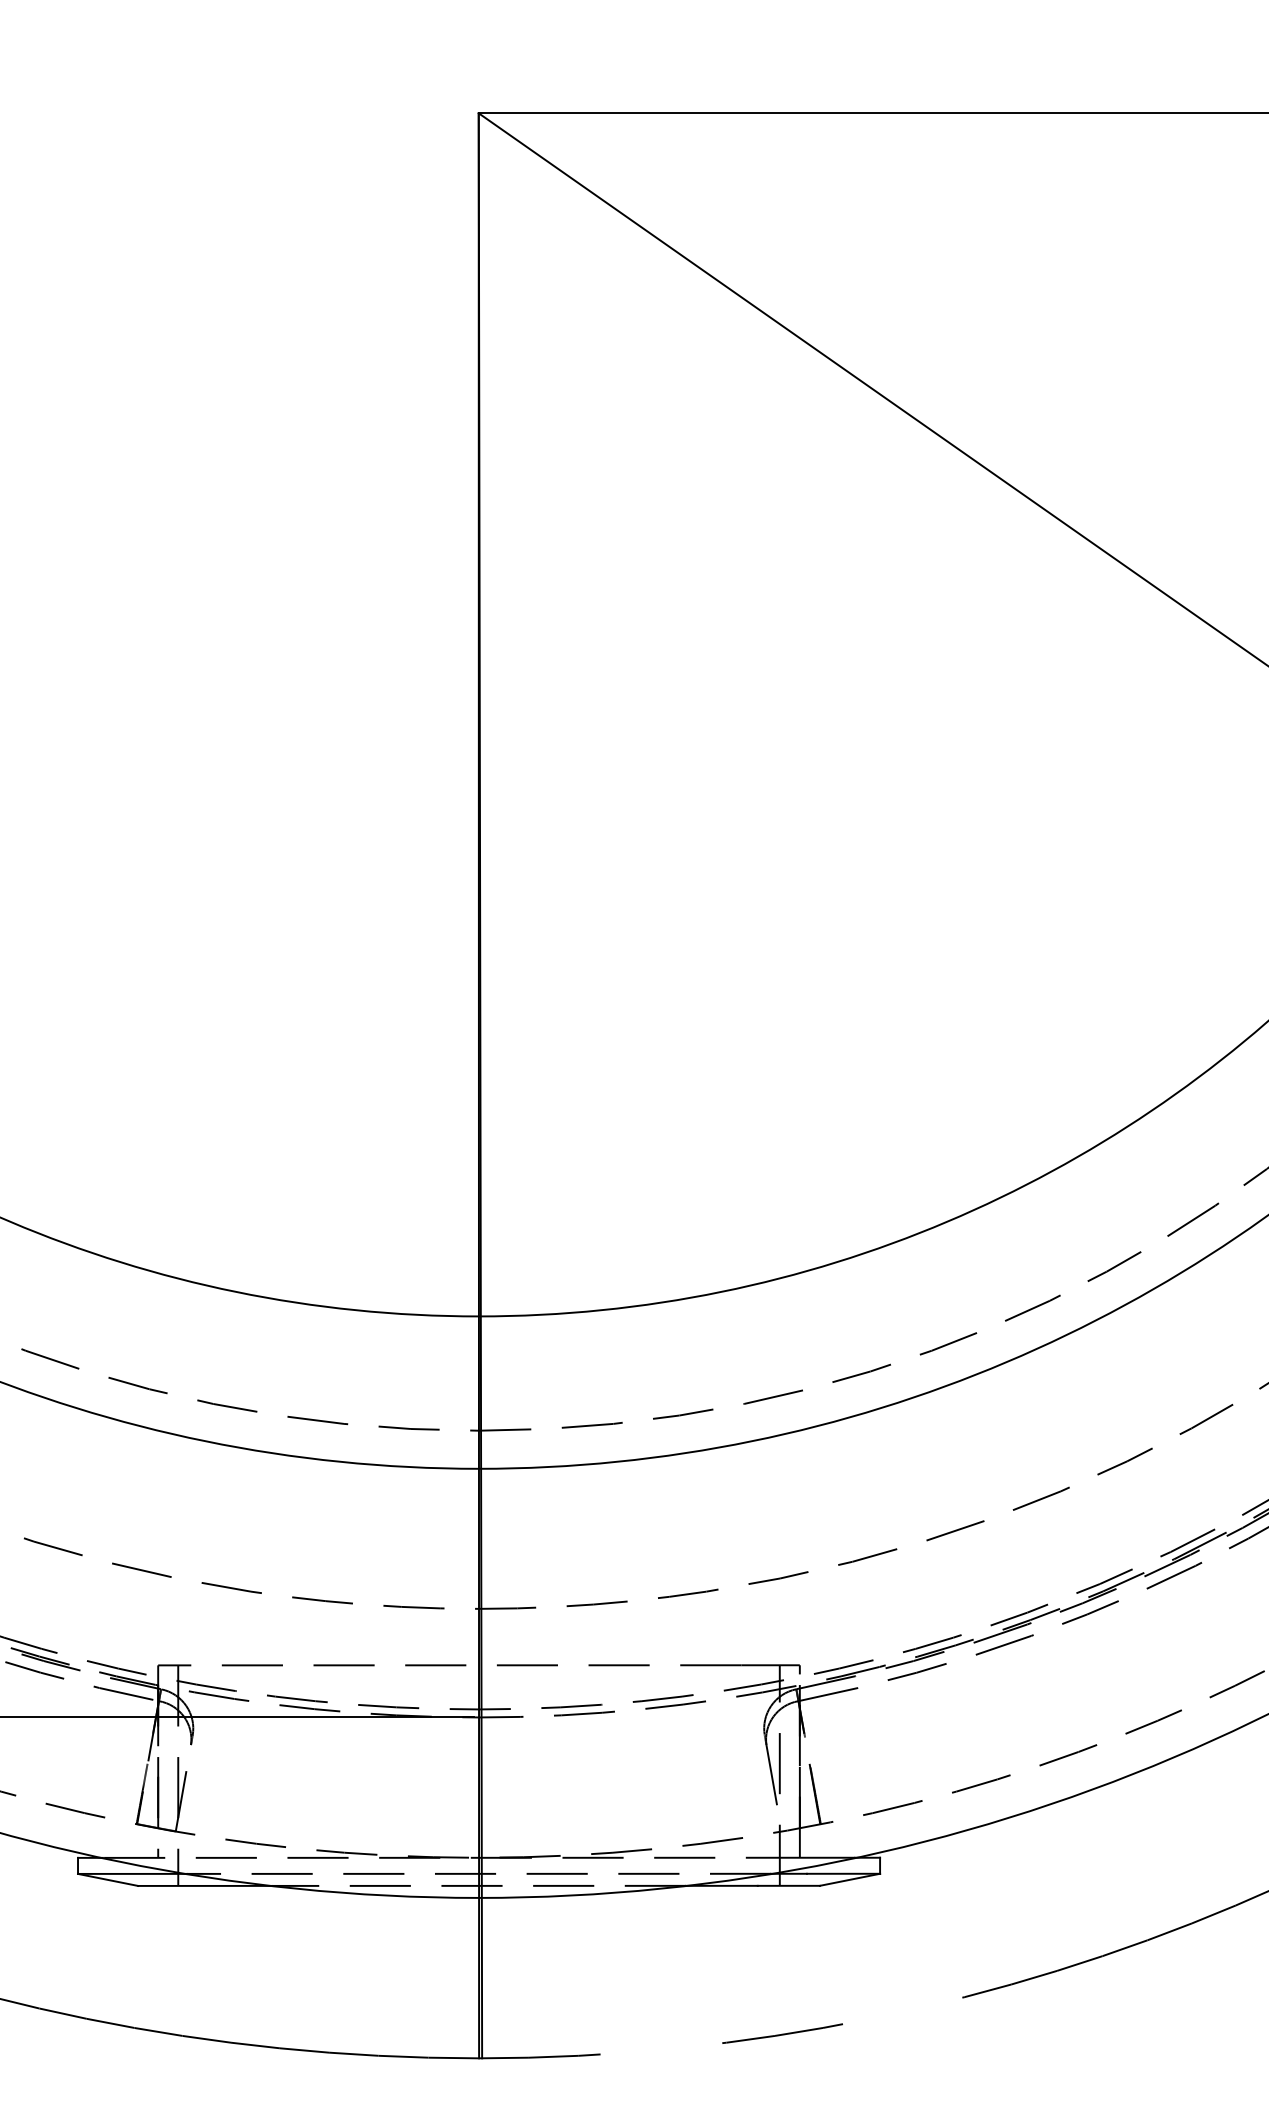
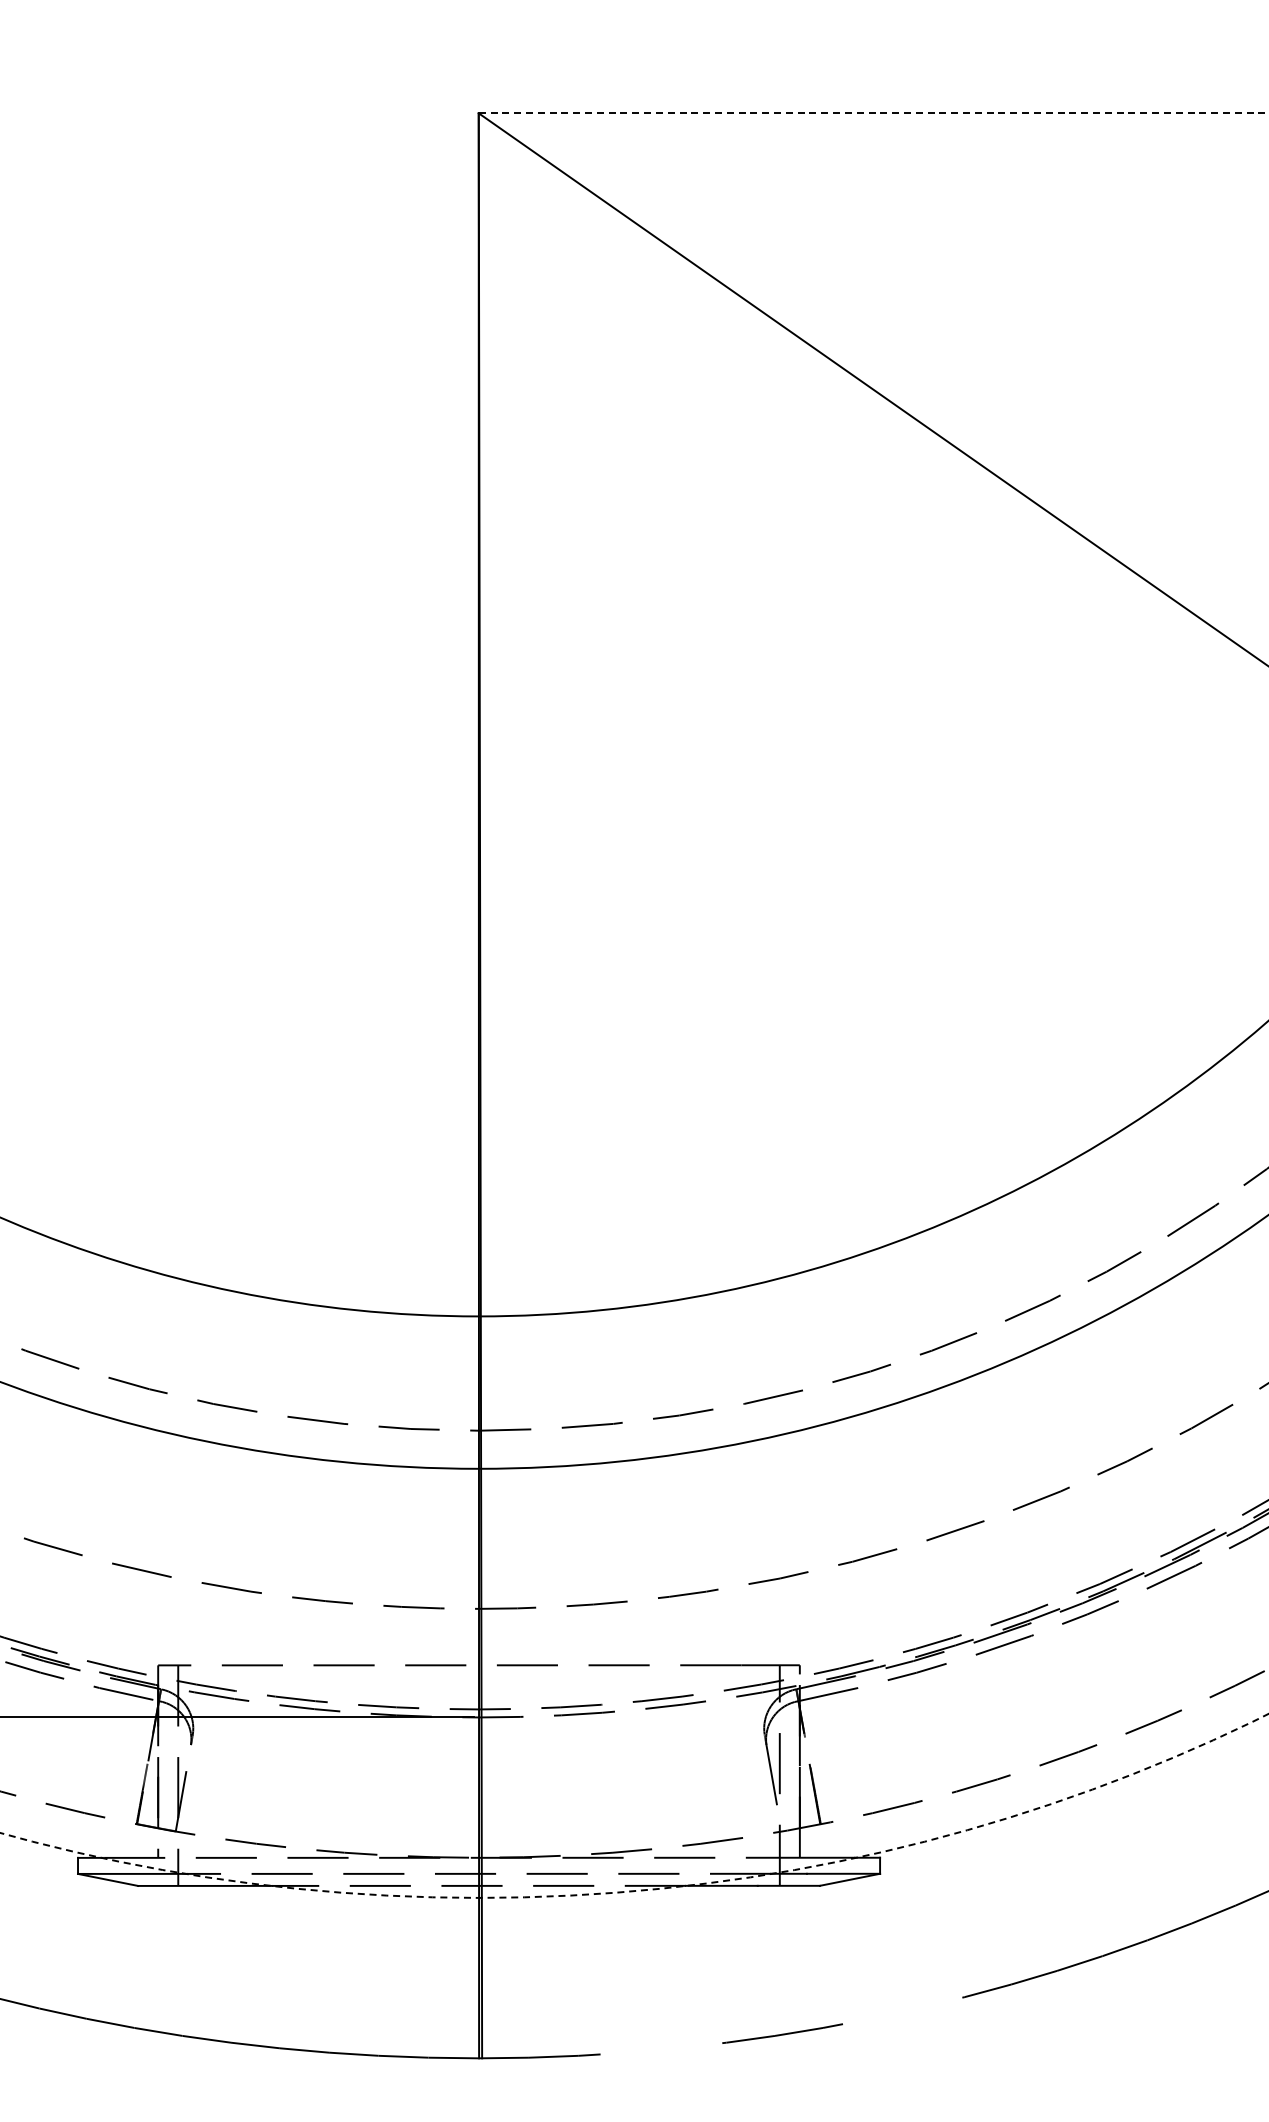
line at (873, 113): solid -> dashed
circle at (634, 1805): solid -> dashed
